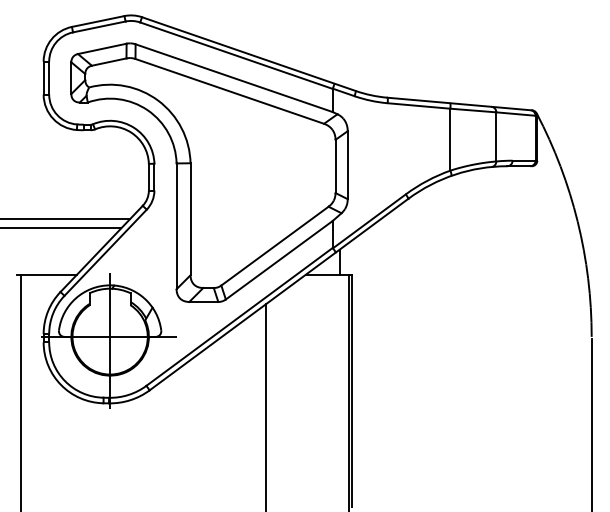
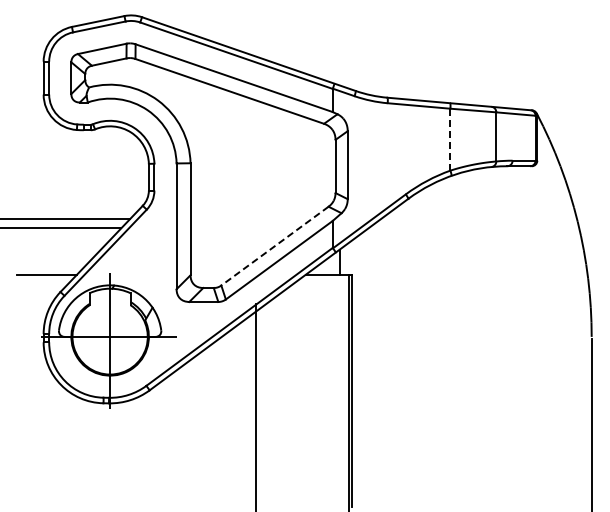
line at (450, 139): solid -> dashed
line at (274, 246): solid -> dashed
line at (21, 391): present -> none
line at (265, 406) position: (265, 406) -> (255, 406)
